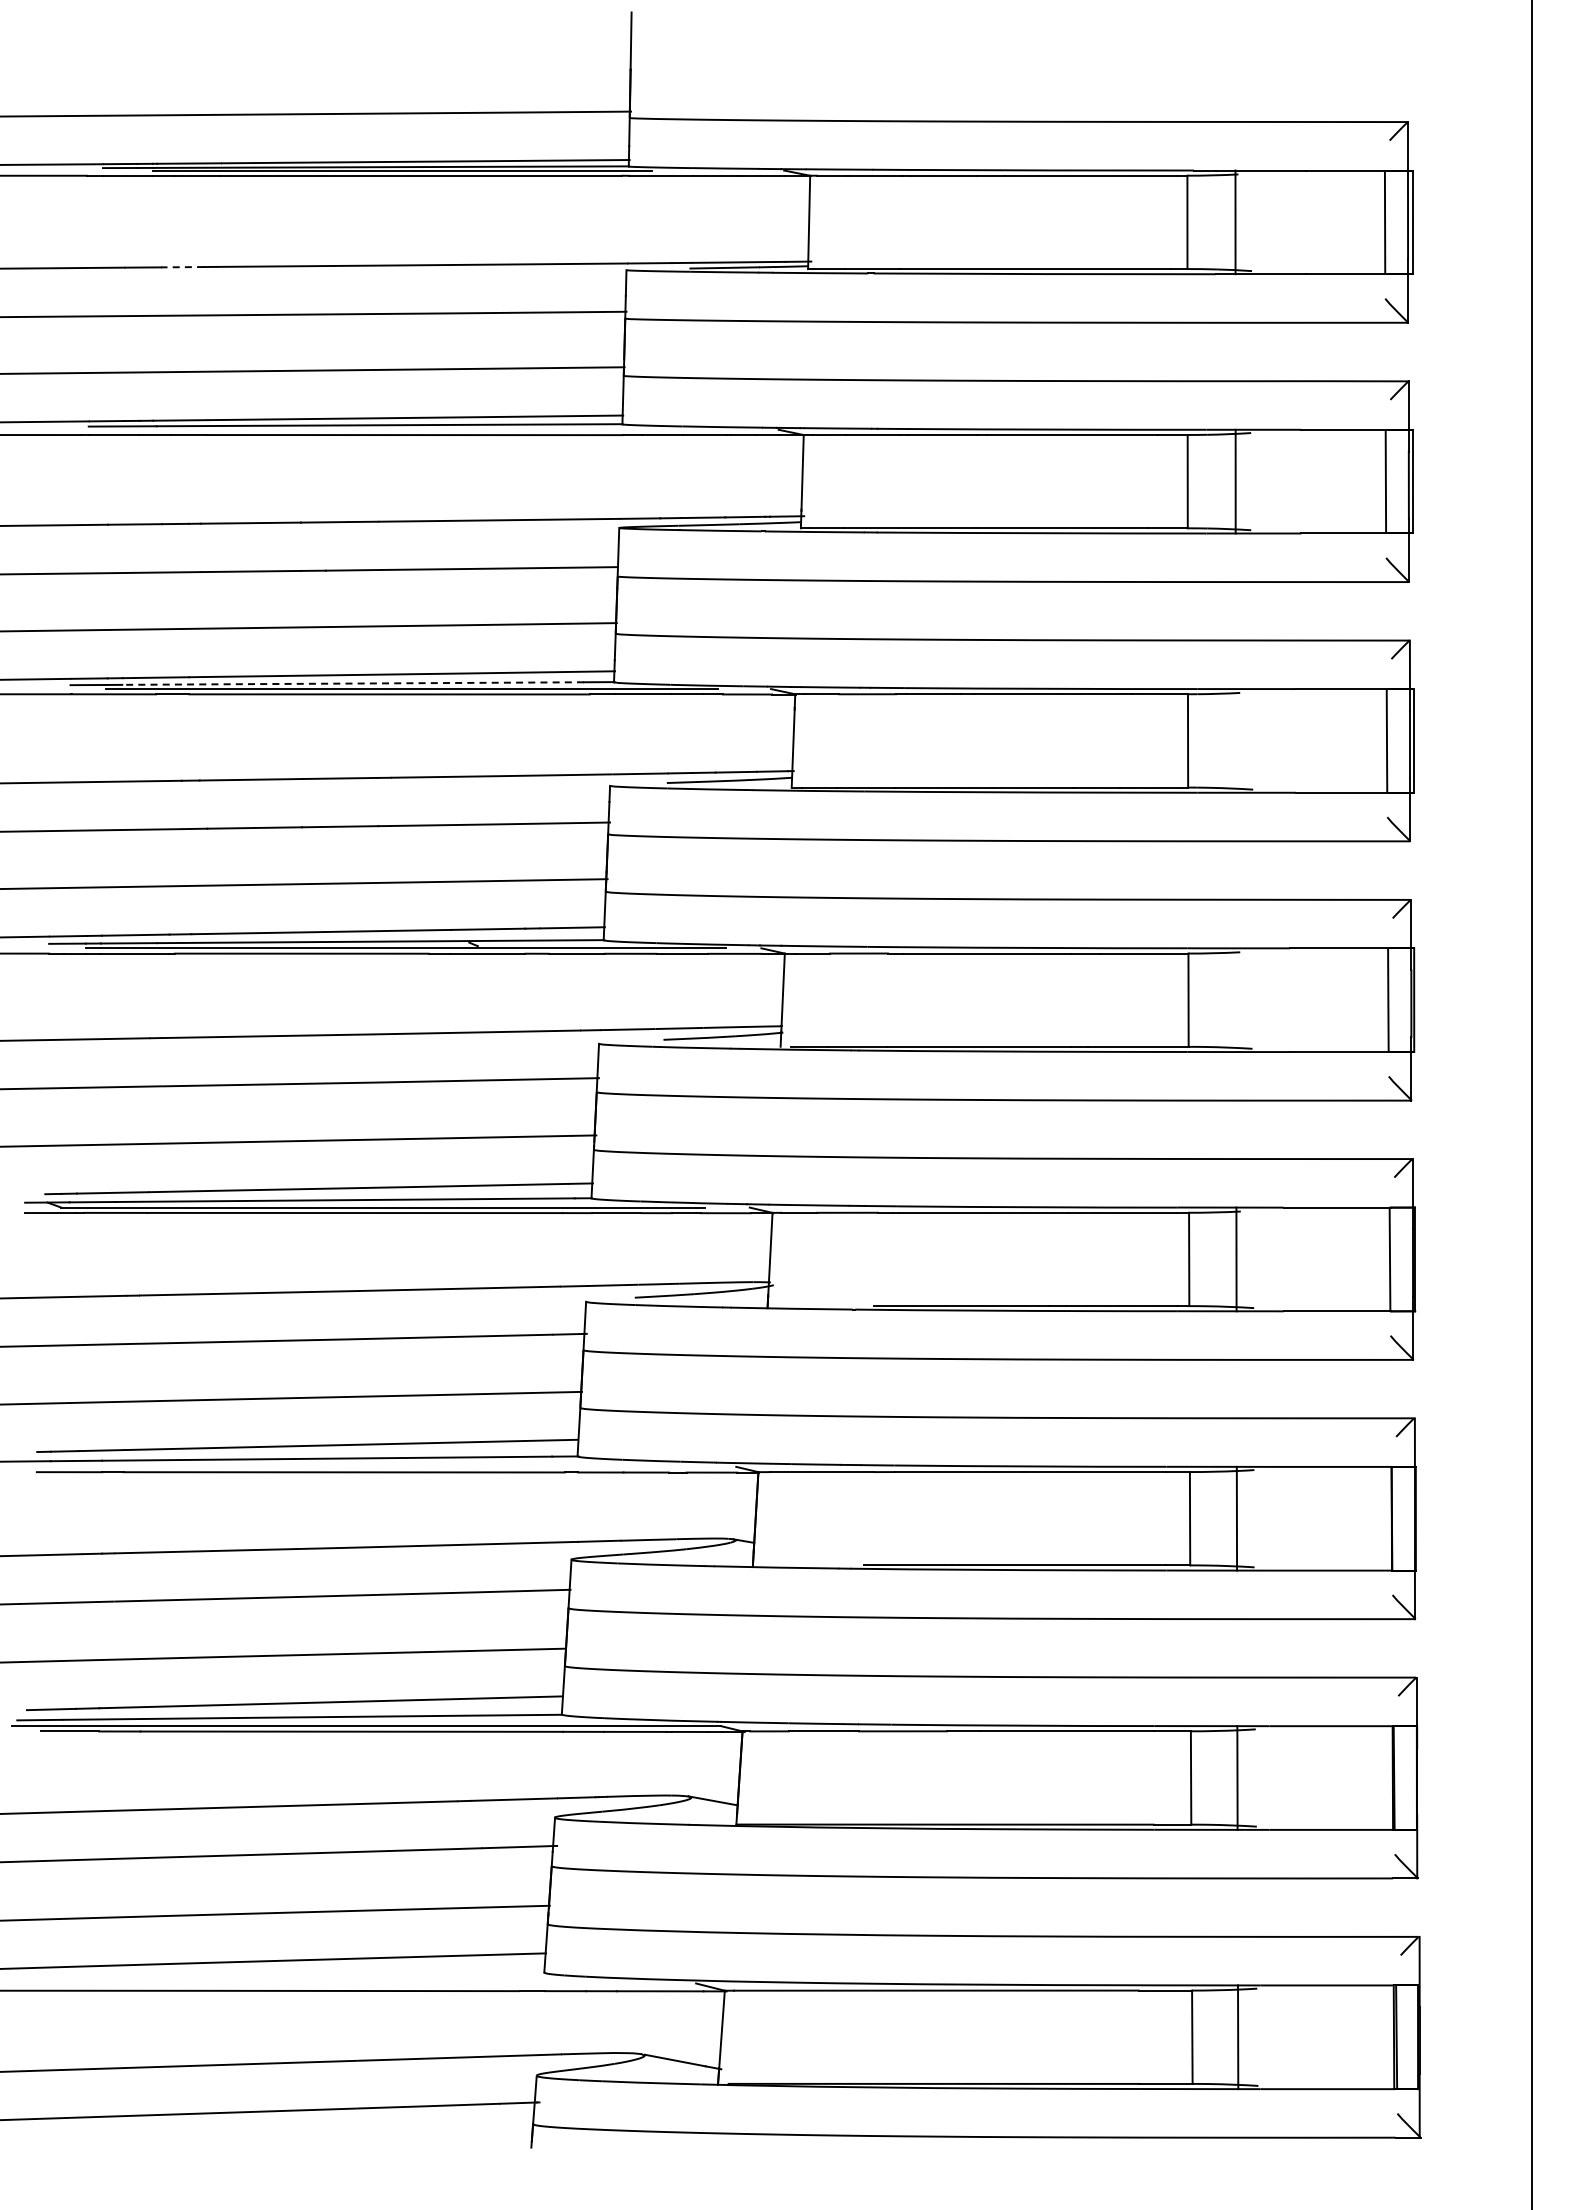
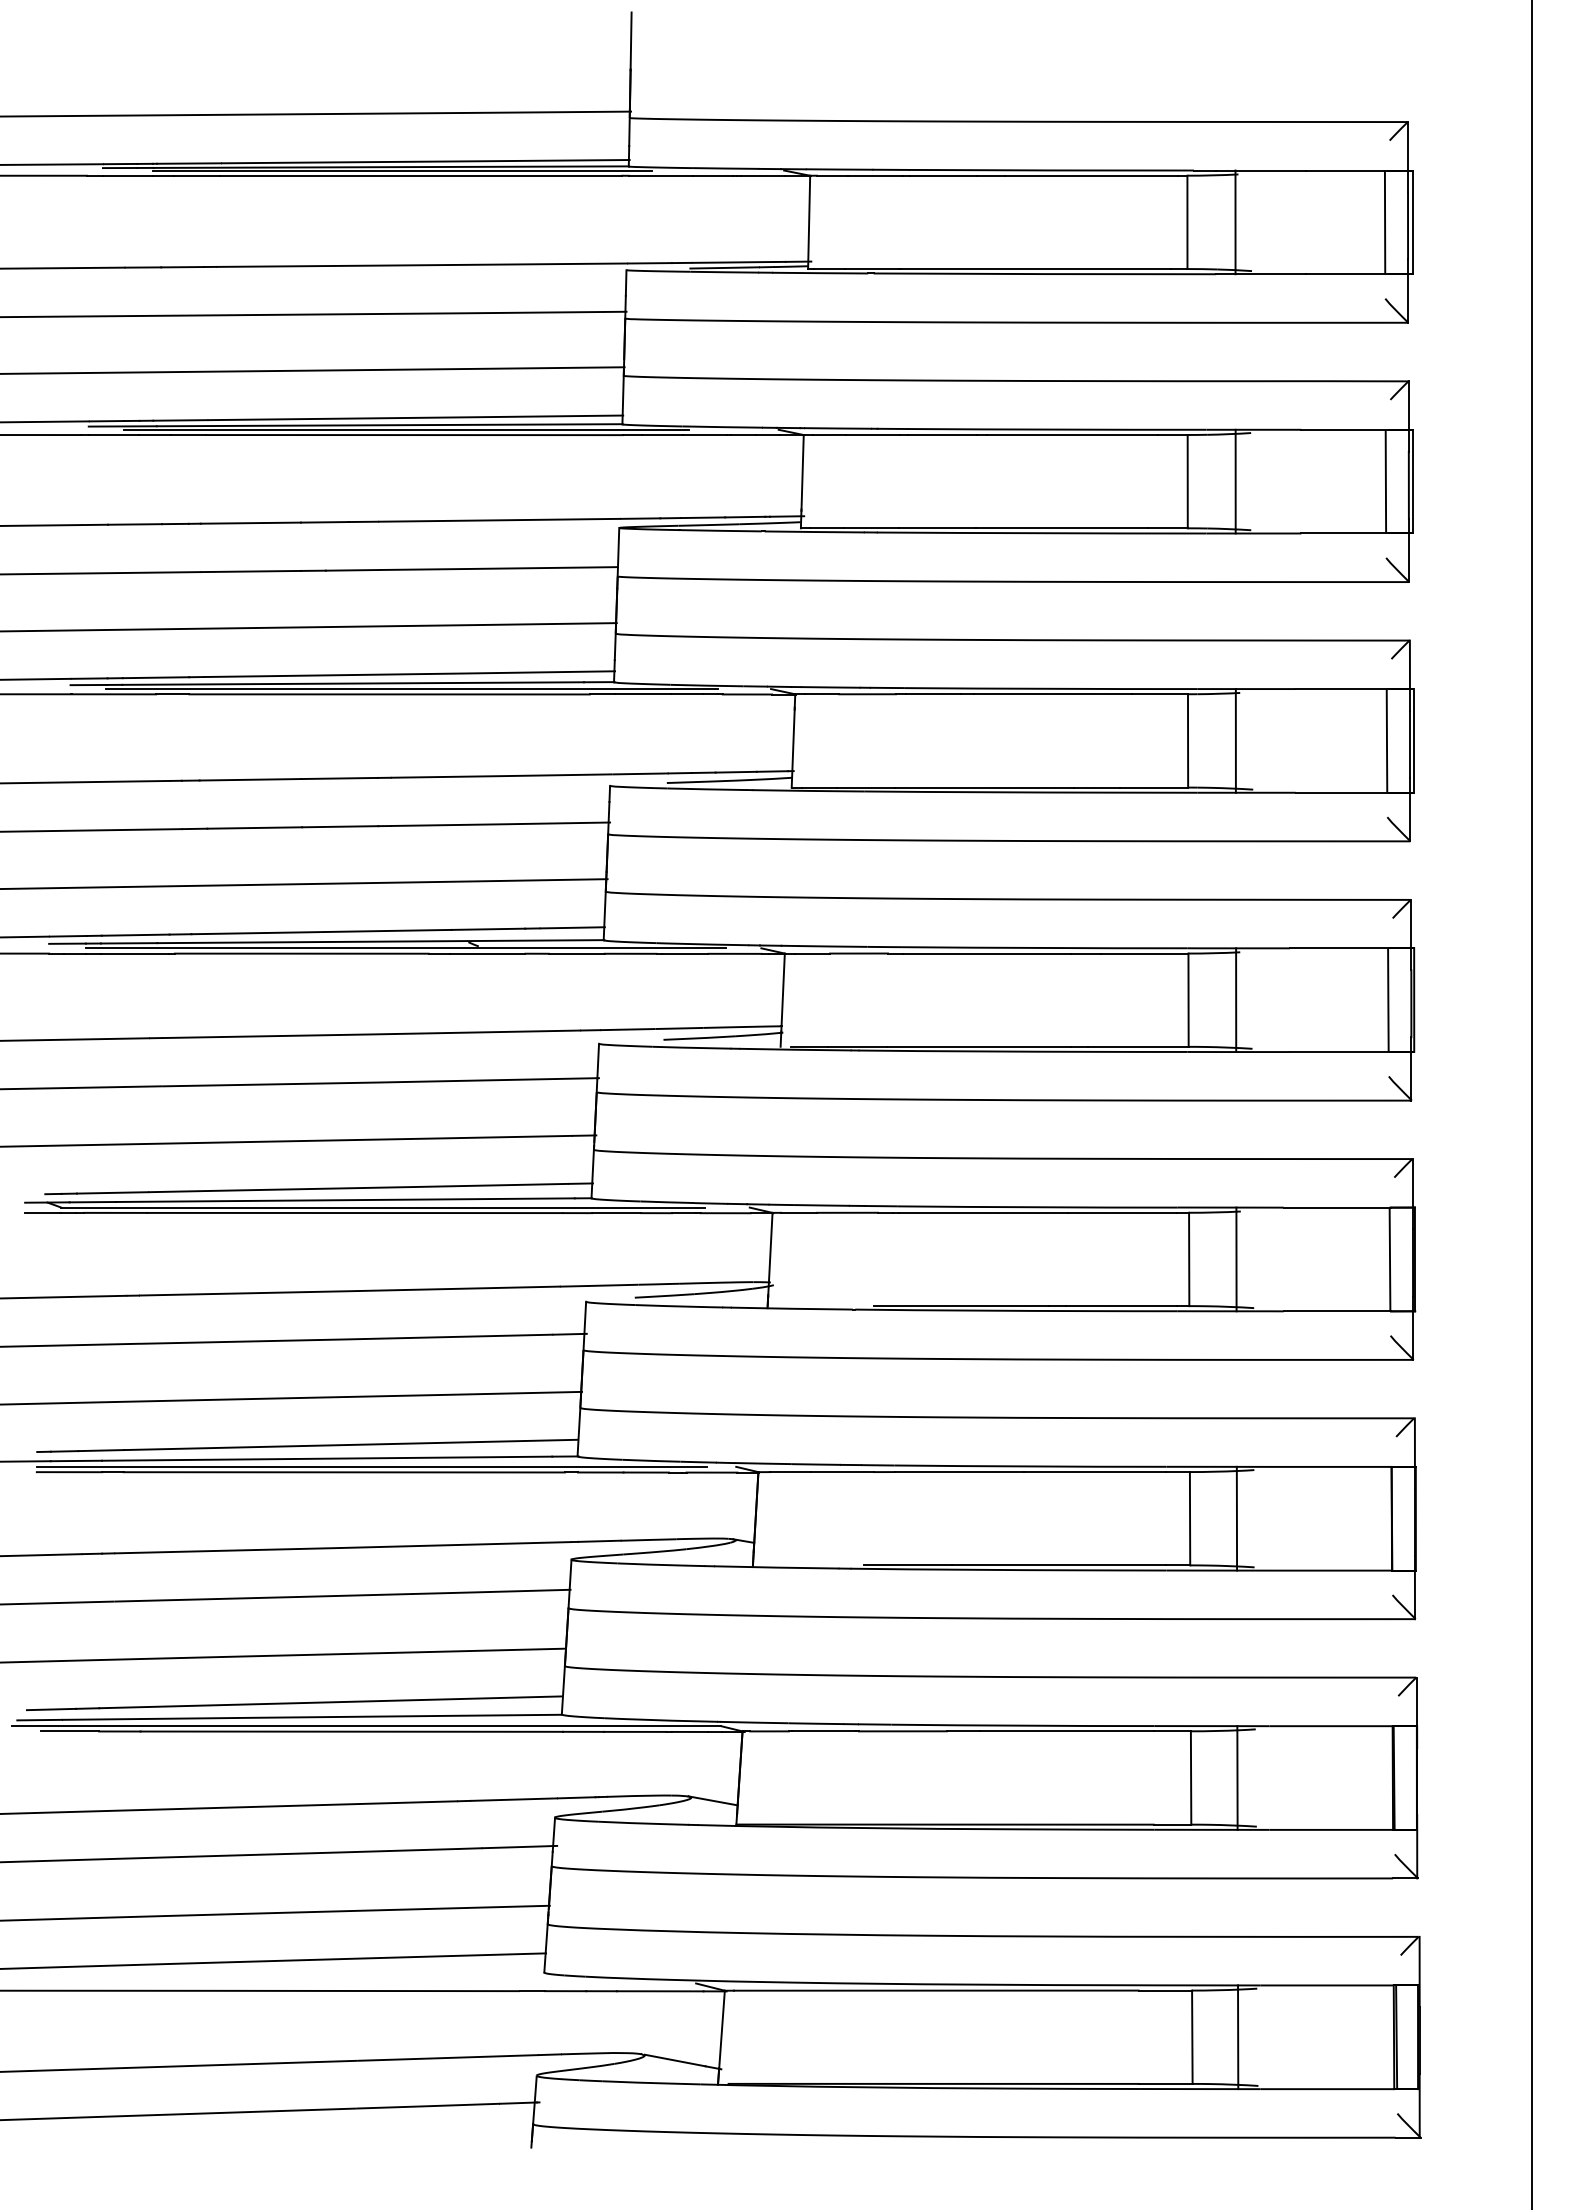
line at (182, 267): dashed -> solid
line at (406, 429): none -> present
line at (353, 683): dashed -> solid
line at (1235, 740): none -> present
line at (1236, 1000): none -> present
line at (371, 1466): none -> present
